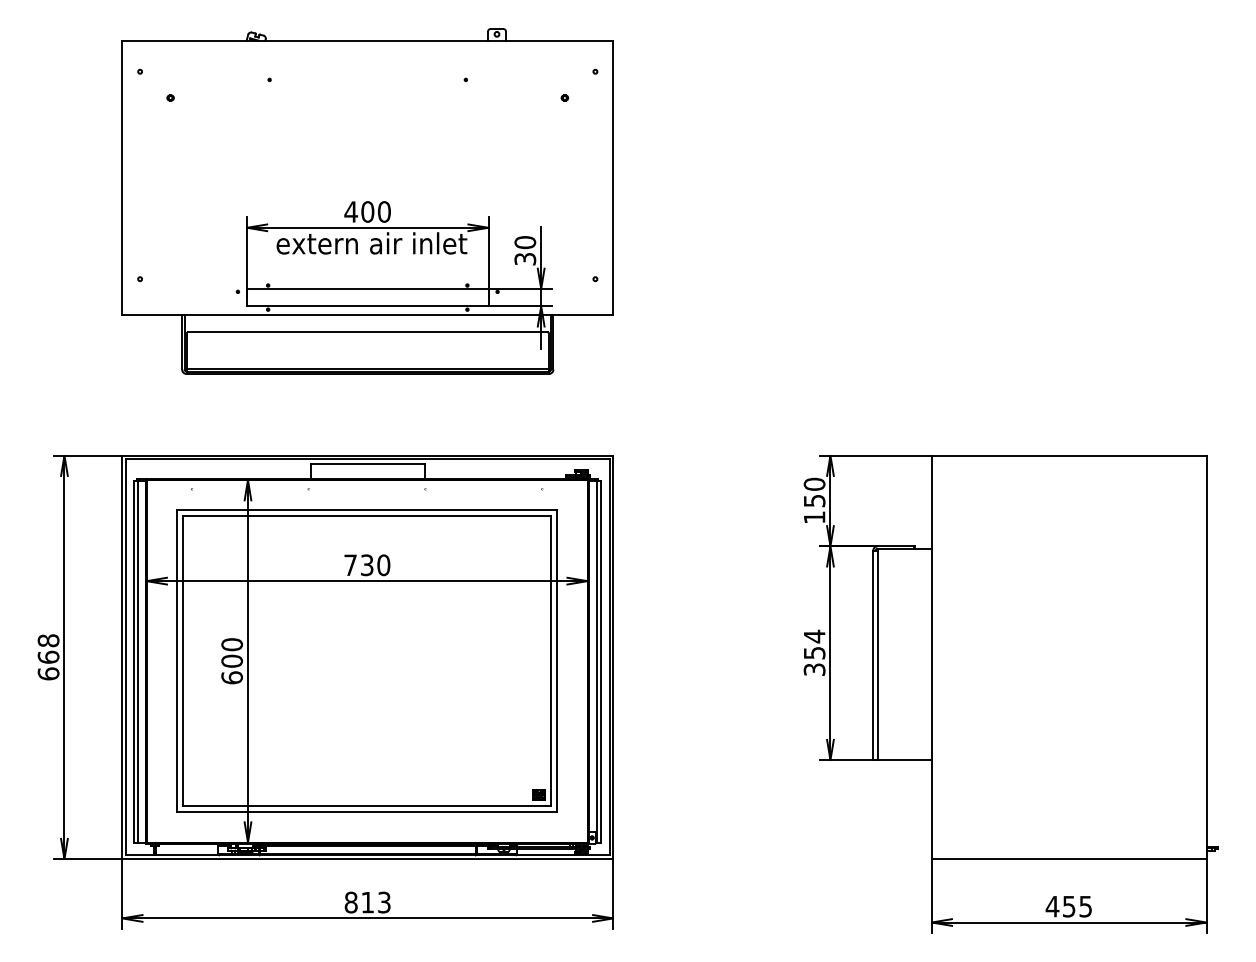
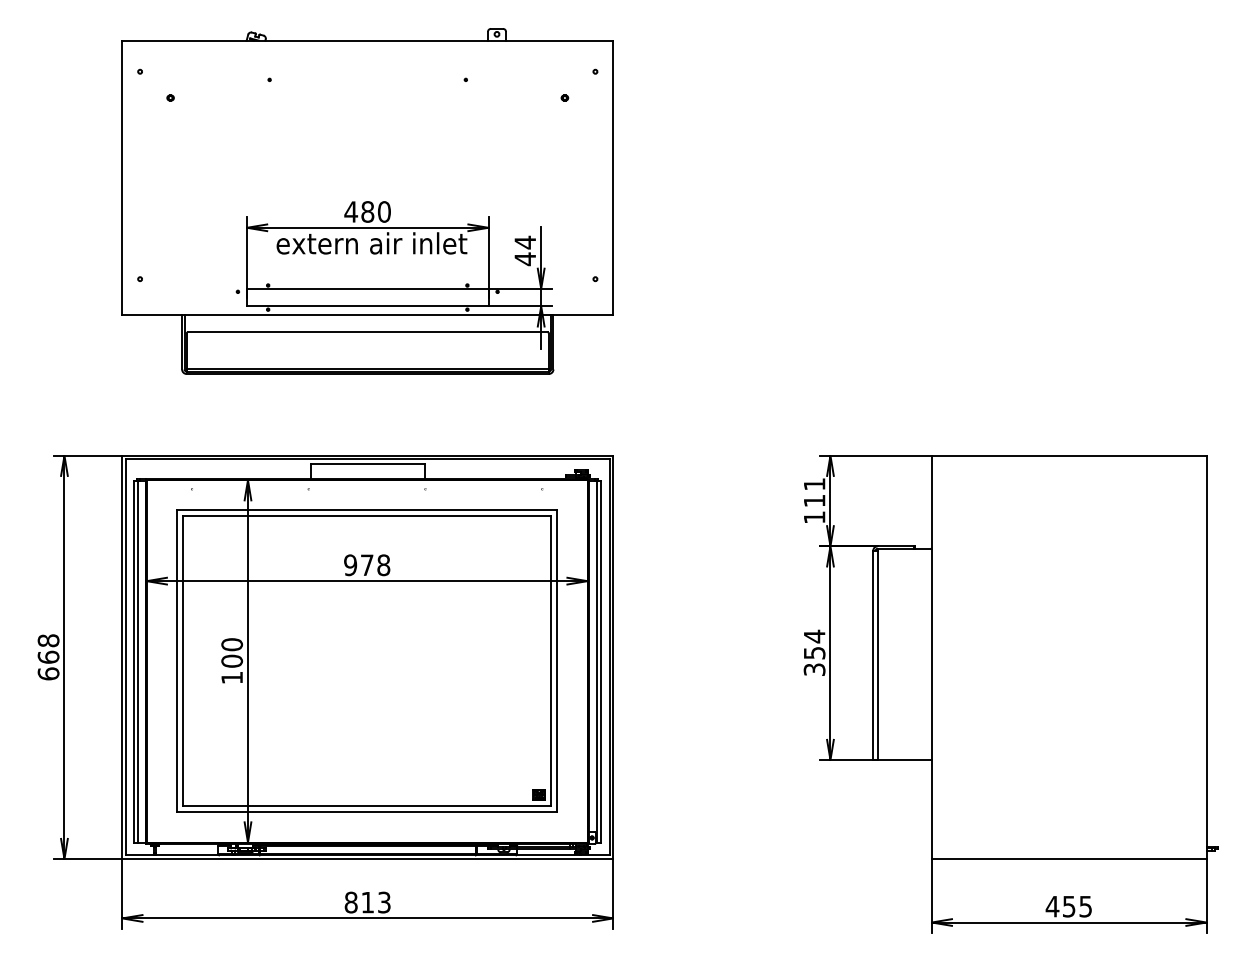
text at (367, 211): 400 -> 480
text at (525, 250): 30 -> 44
text at (814, 492): 150 -> 111
text at (367, 565): 730 -> 978
text at (232, 677): 600 -> 100
